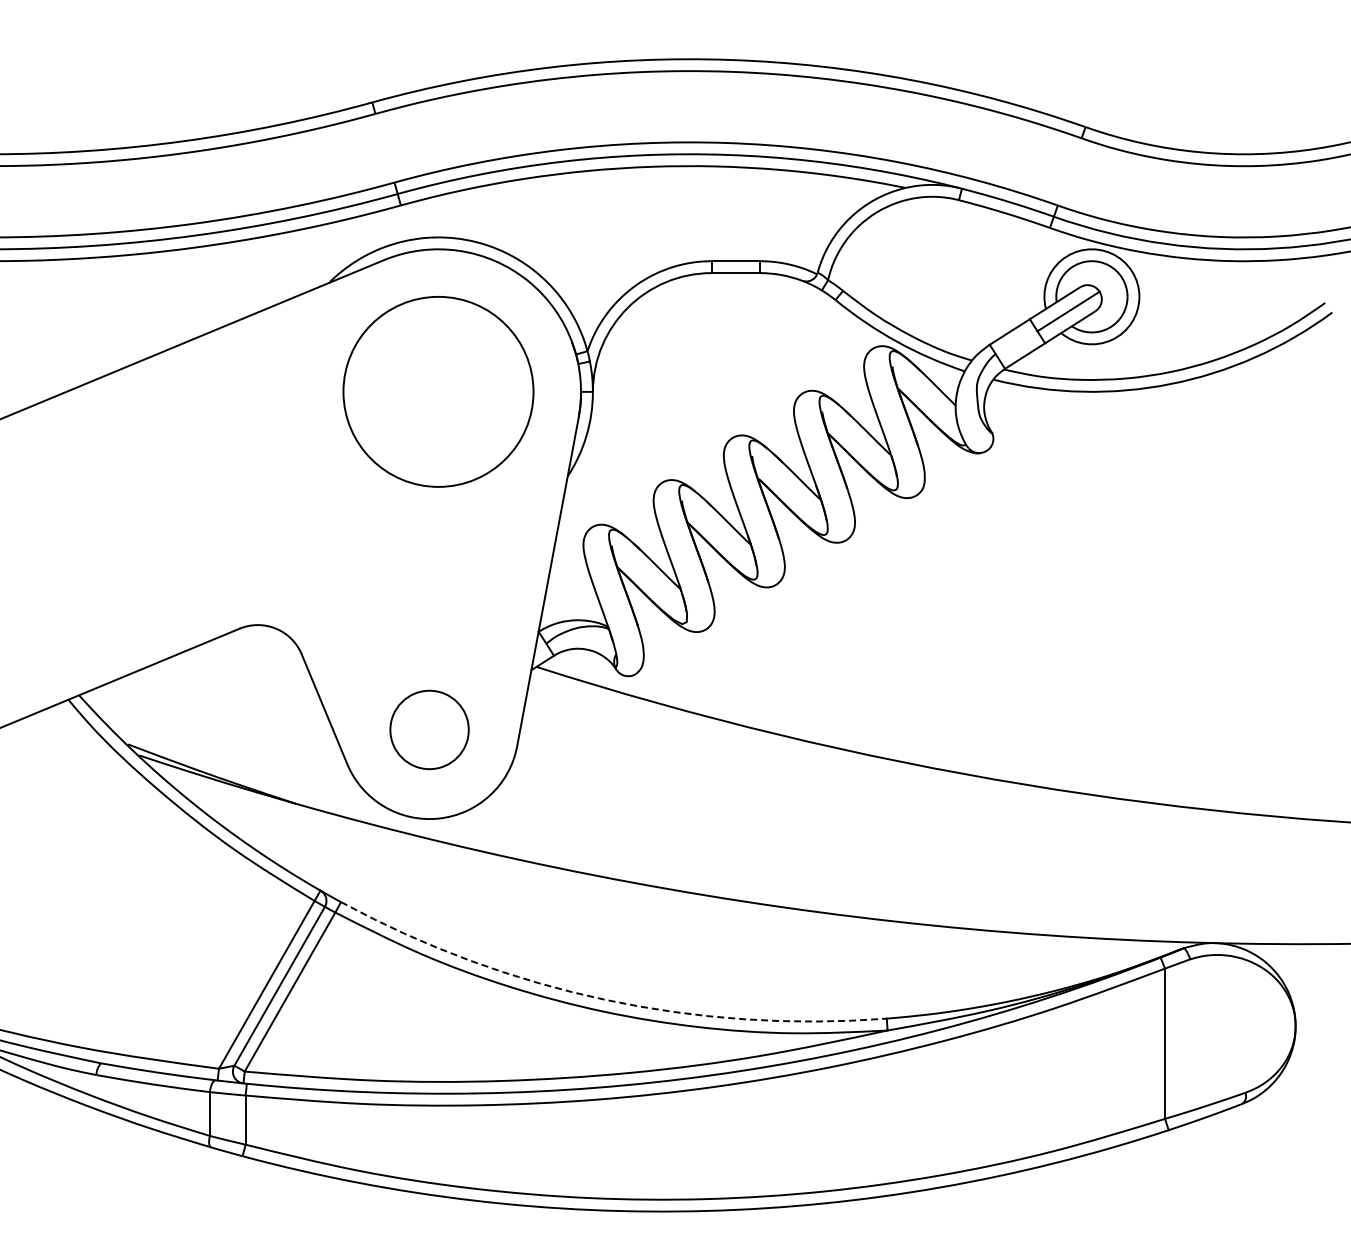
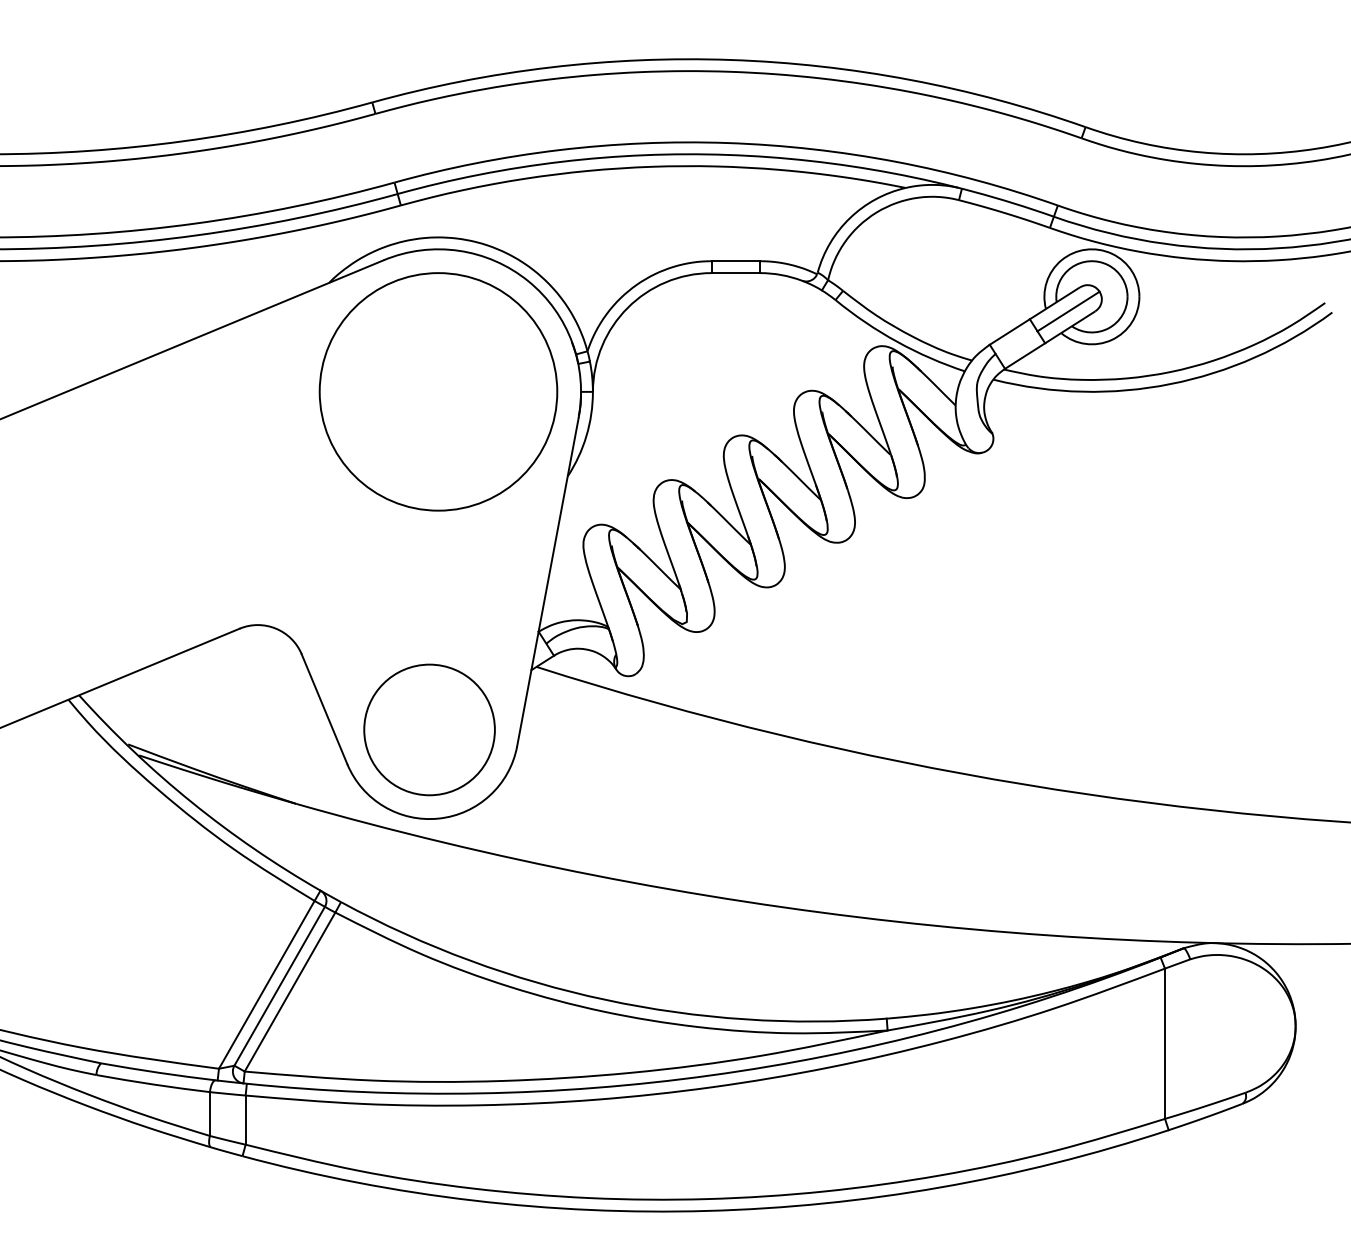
circle at (438, 391) diameter: 190 px -> 238 px
circle at (429, 729) diameter: 78 px -> 131 px
arc at (605, 999): dashed -> solid
